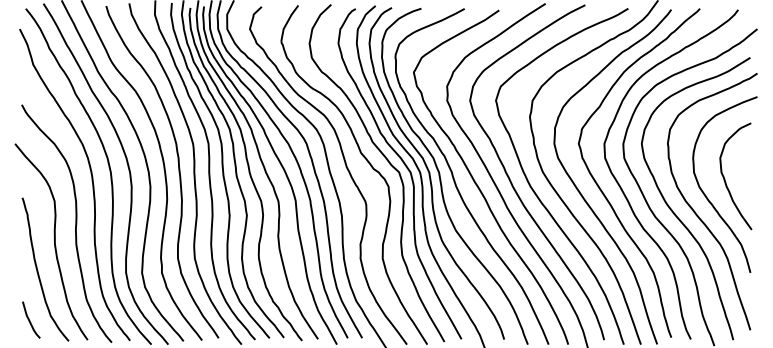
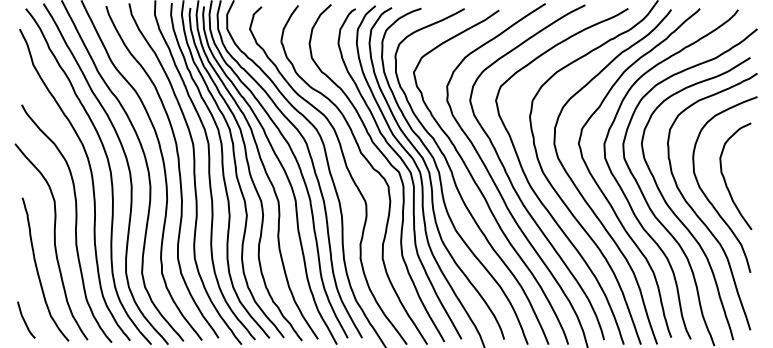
curve at (30, 320) position: (30, 320) -> (25, 320)
